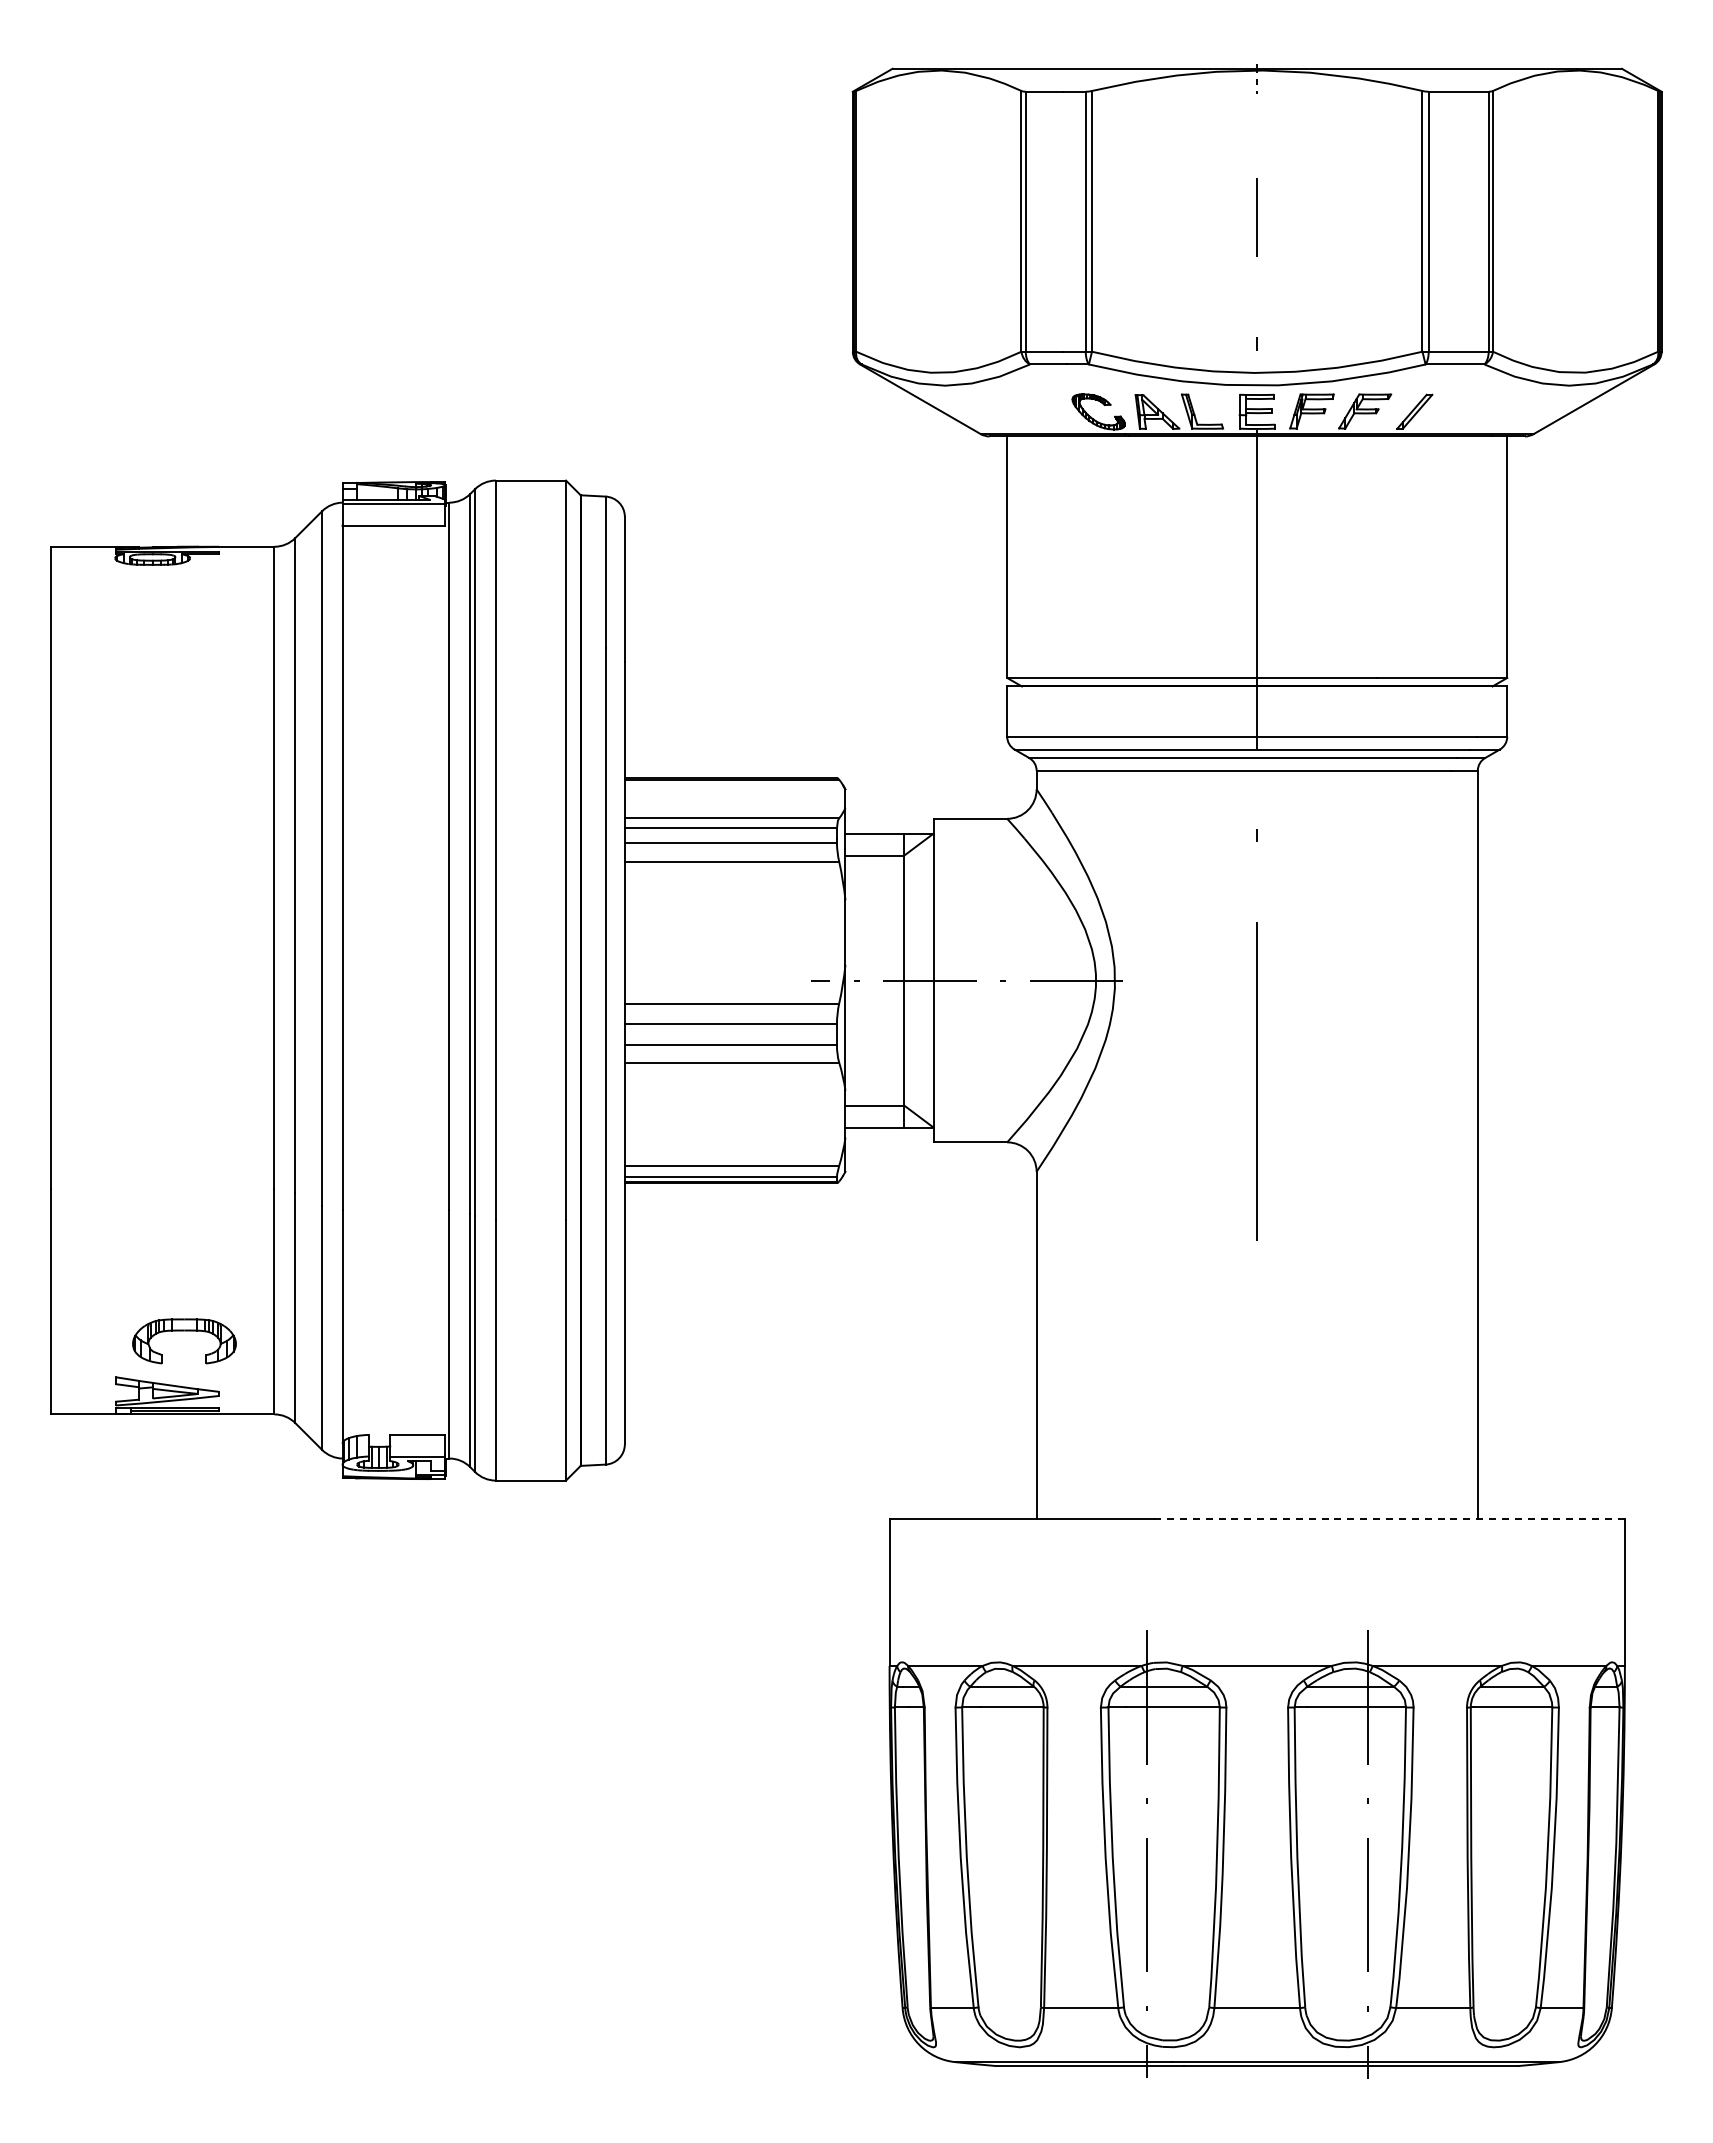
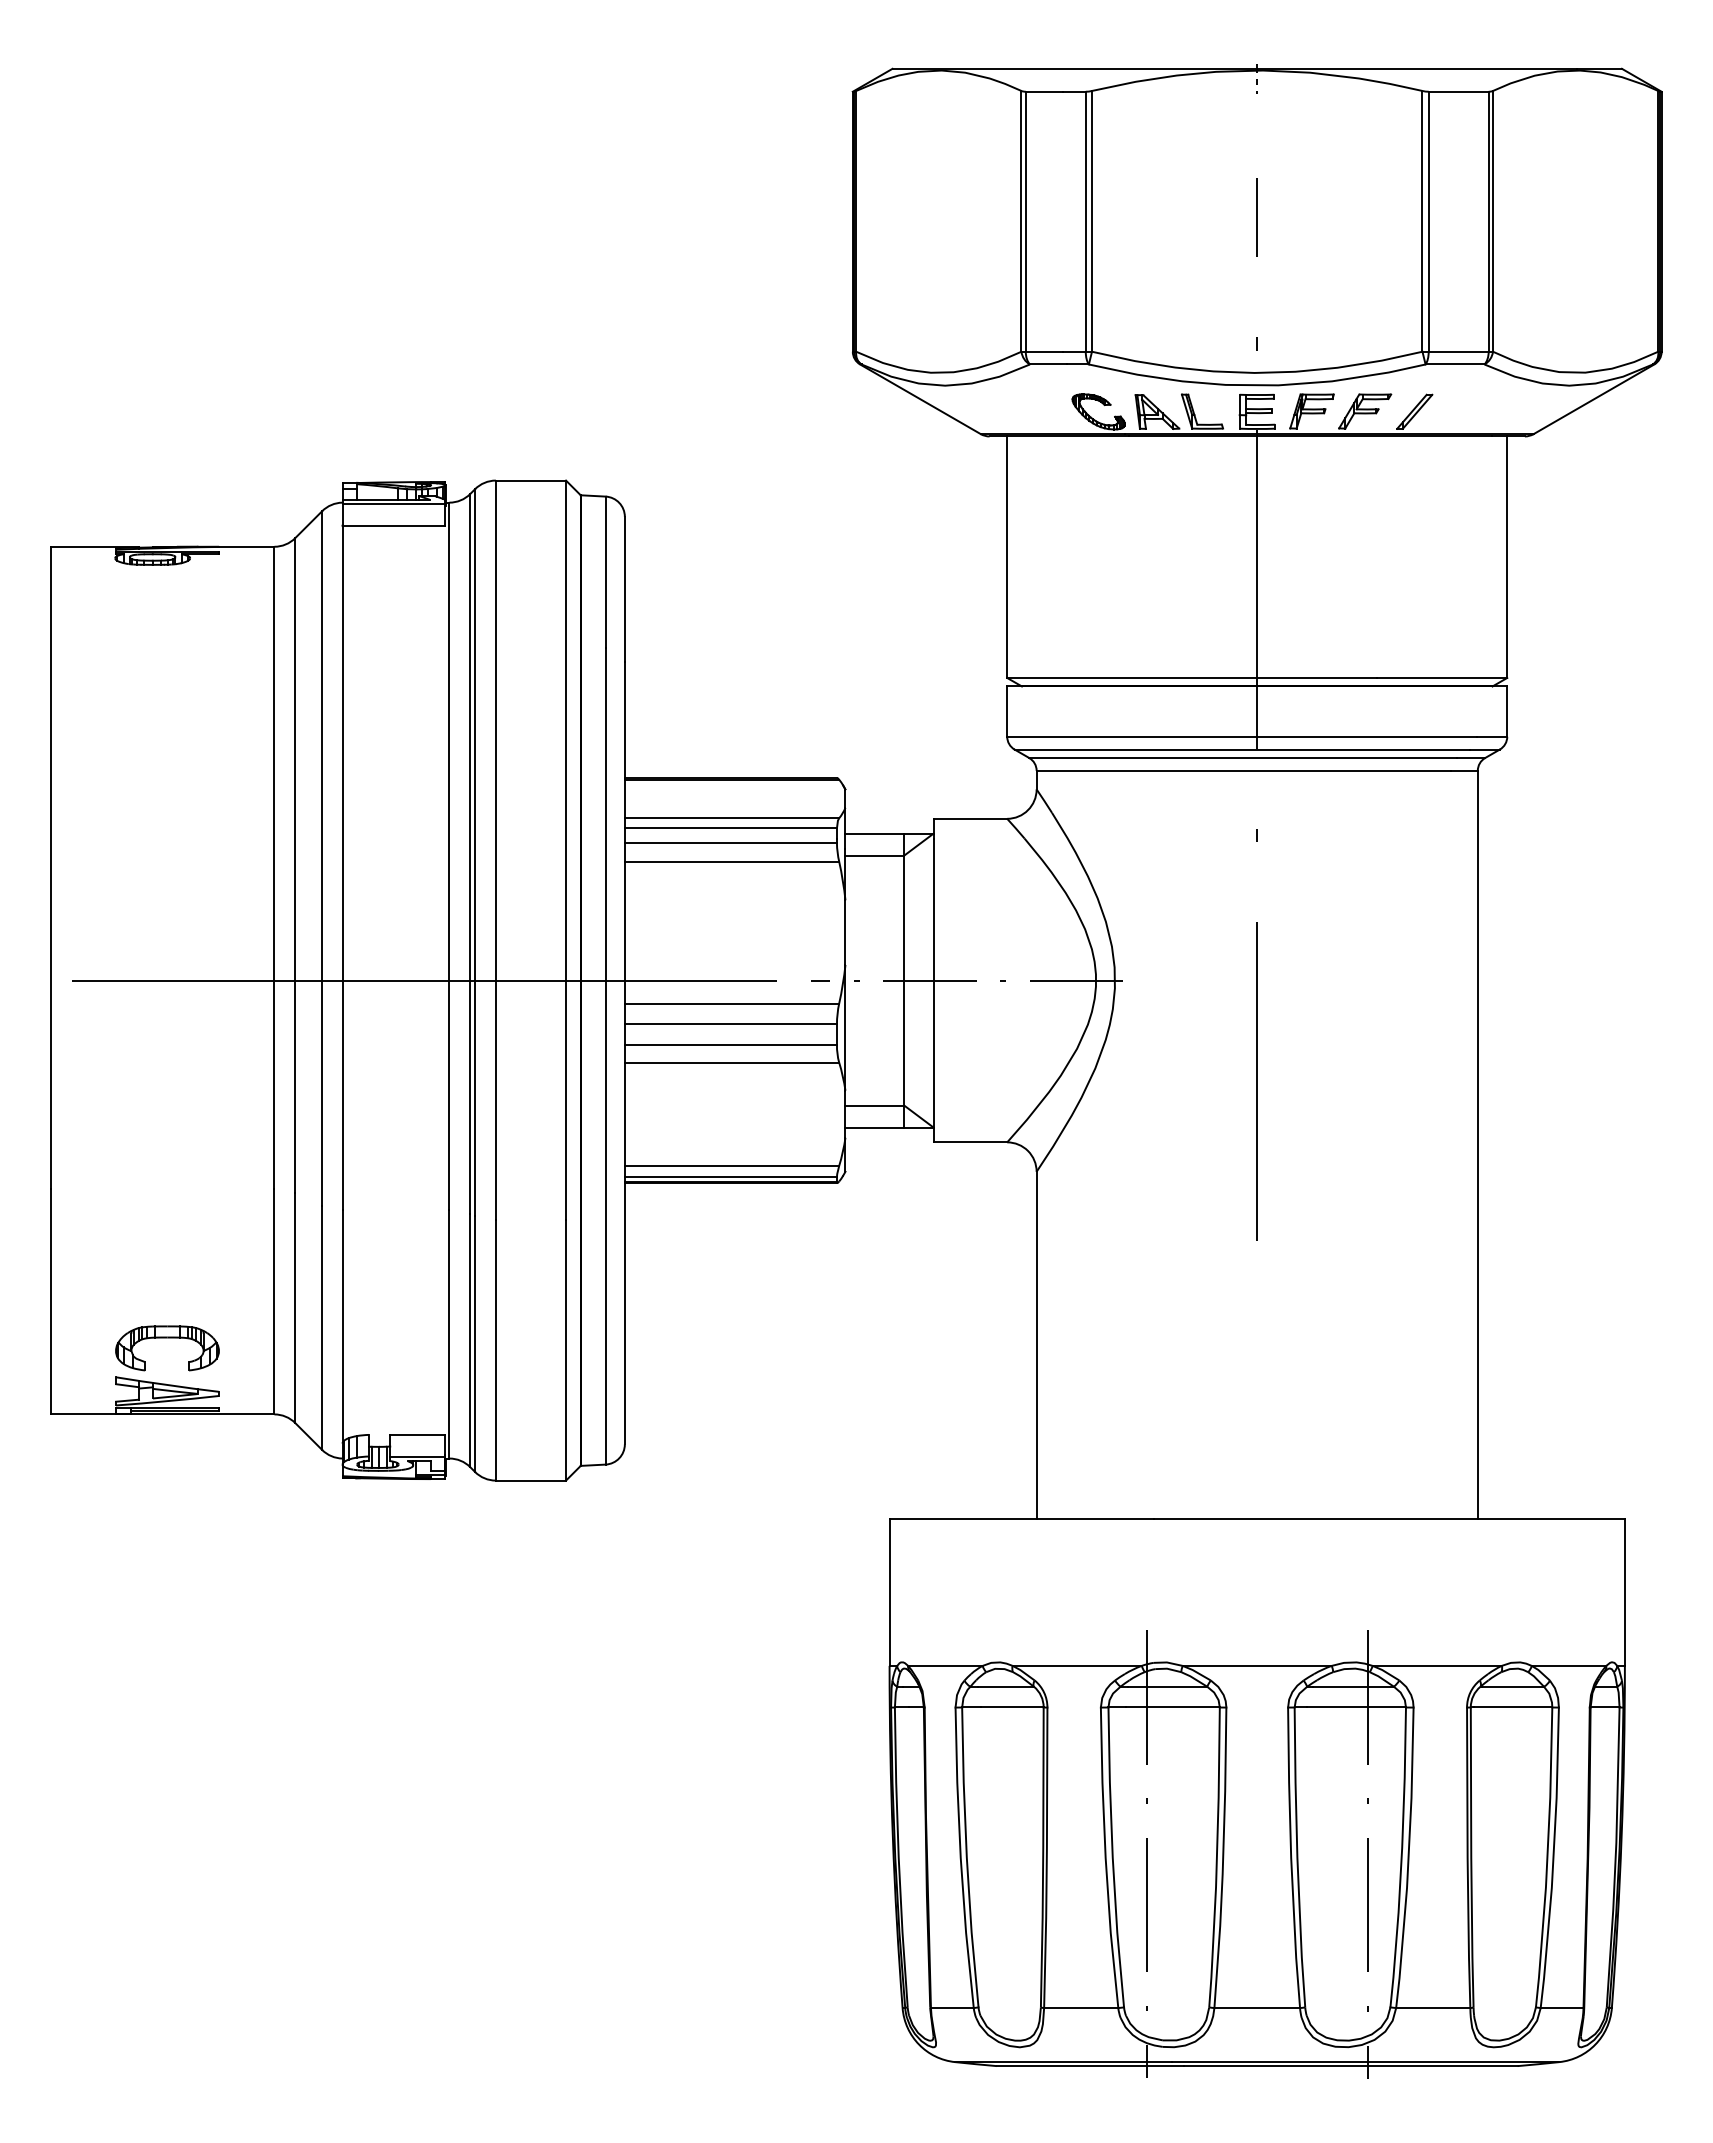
line at (389, 980): none -> present
part at (184, 1331) position: (184, 1331) -> (167, 1338)
line at (1389, 1518): dashed -> solid
